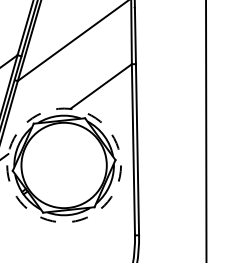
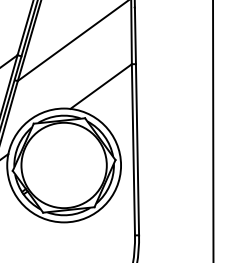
line at (206, 130) position: (206, 130) -> (213, 130)
circle at (64, 165): dashed -> solid
